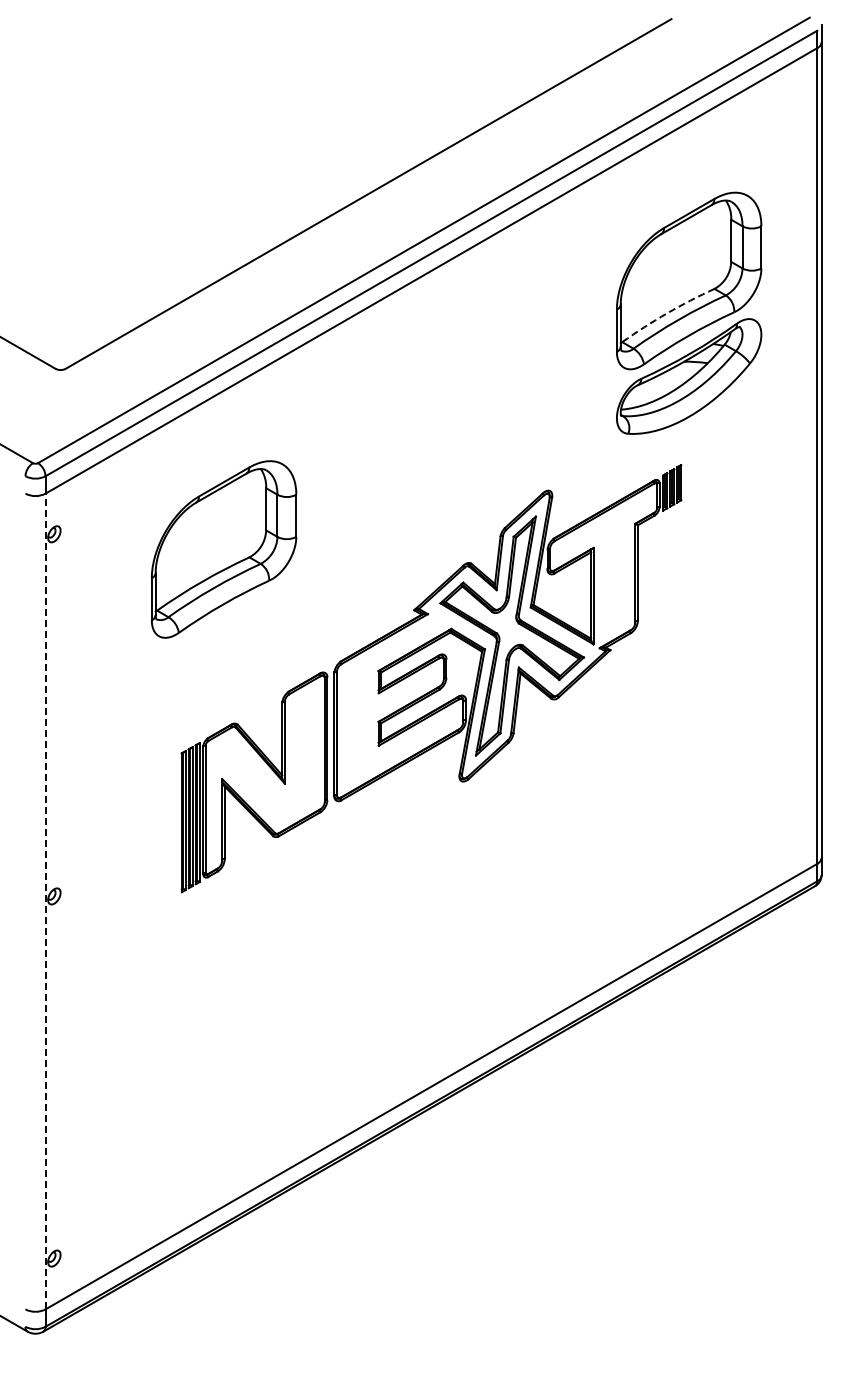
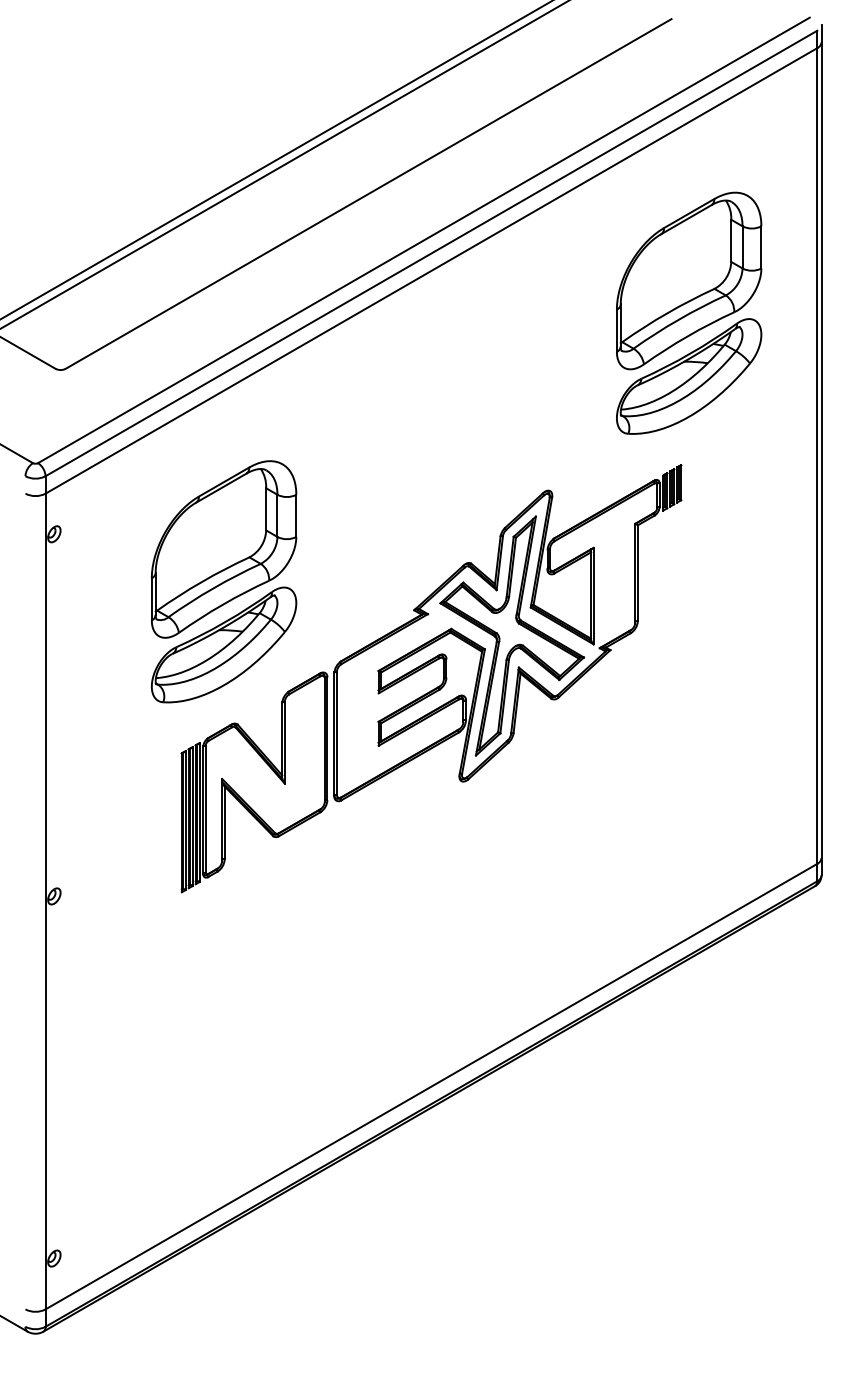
line at (276, 160): none -> present
line at (284, 164): none -> present
arc at (667, 313): dashed -> solid
part at (223, 644): none -> present
line at (45, 901): dashed -> solid
